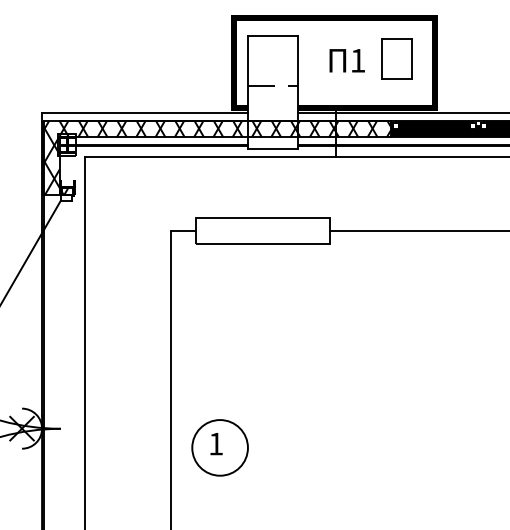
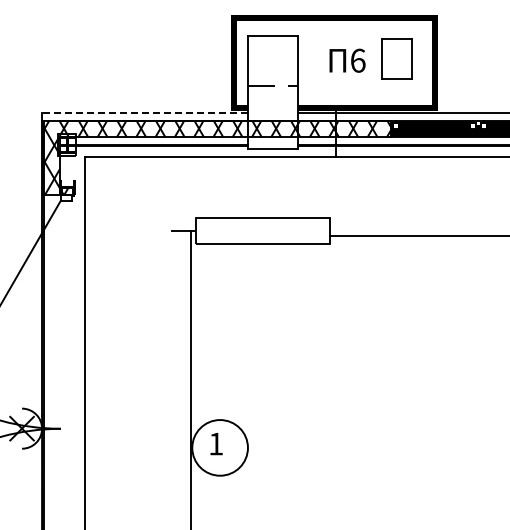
text at (358, 60): 1 -> 6
line at (145, 113): solid -> dashed
line at (418, 230) position: (418, 230) -> (418, 235)
line at (171, 378) position: (171, 378) -> (191, 378)
